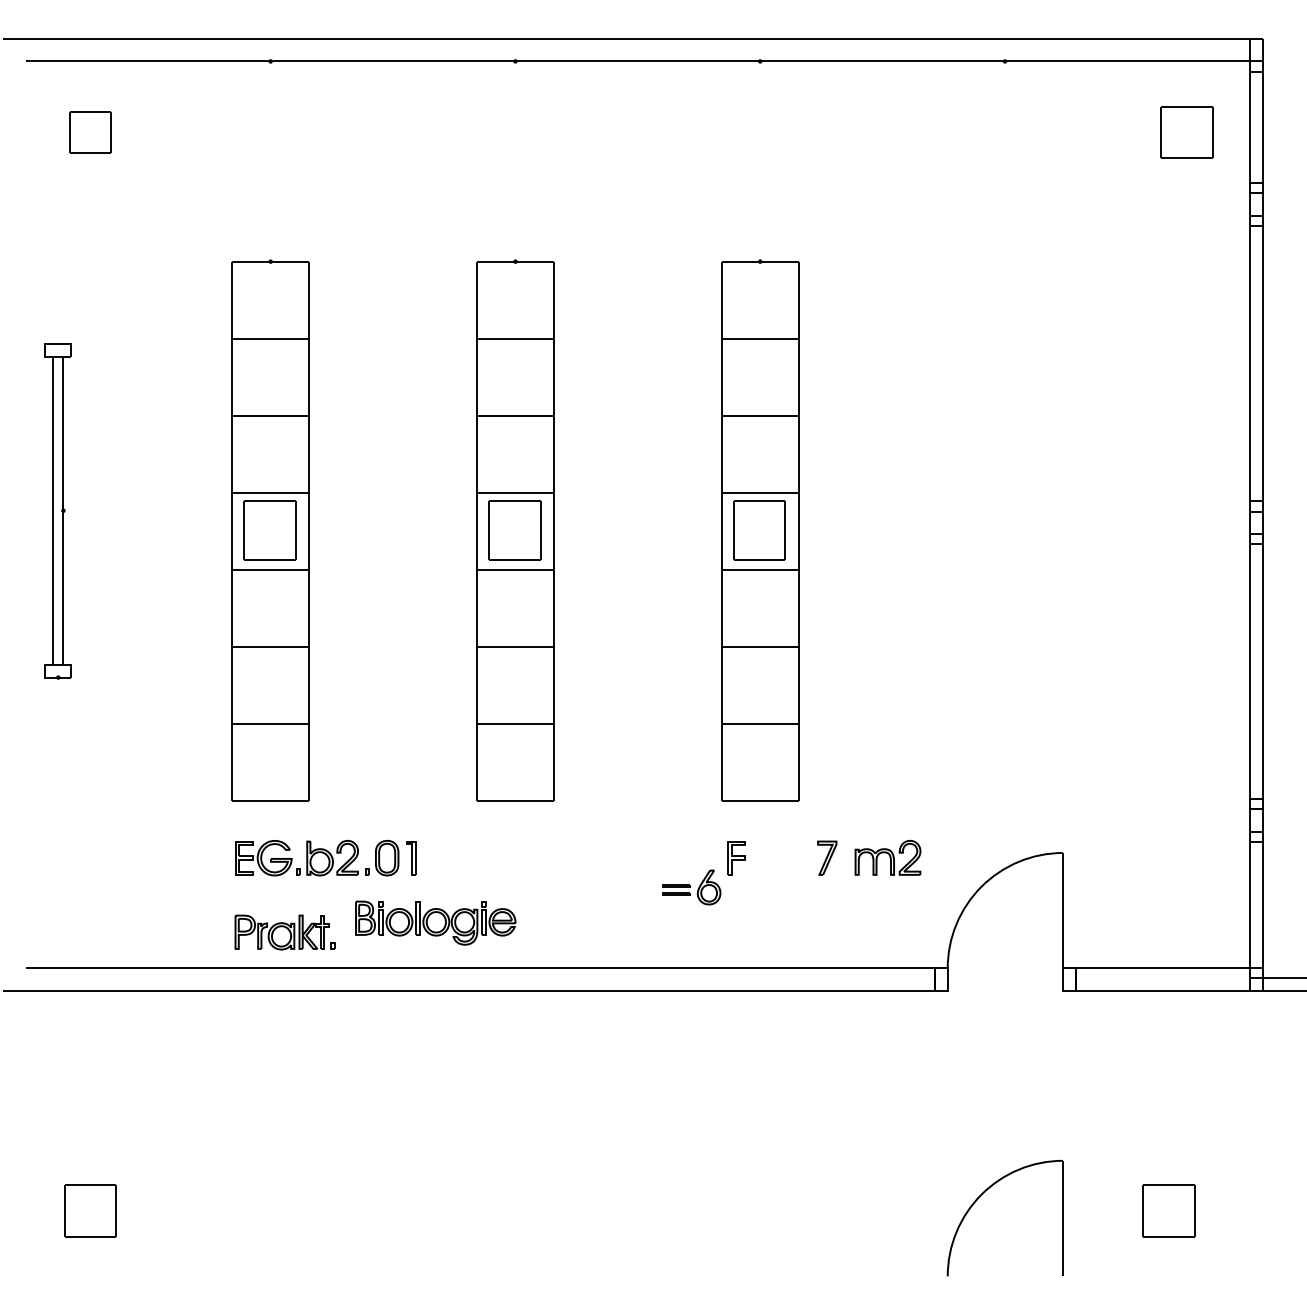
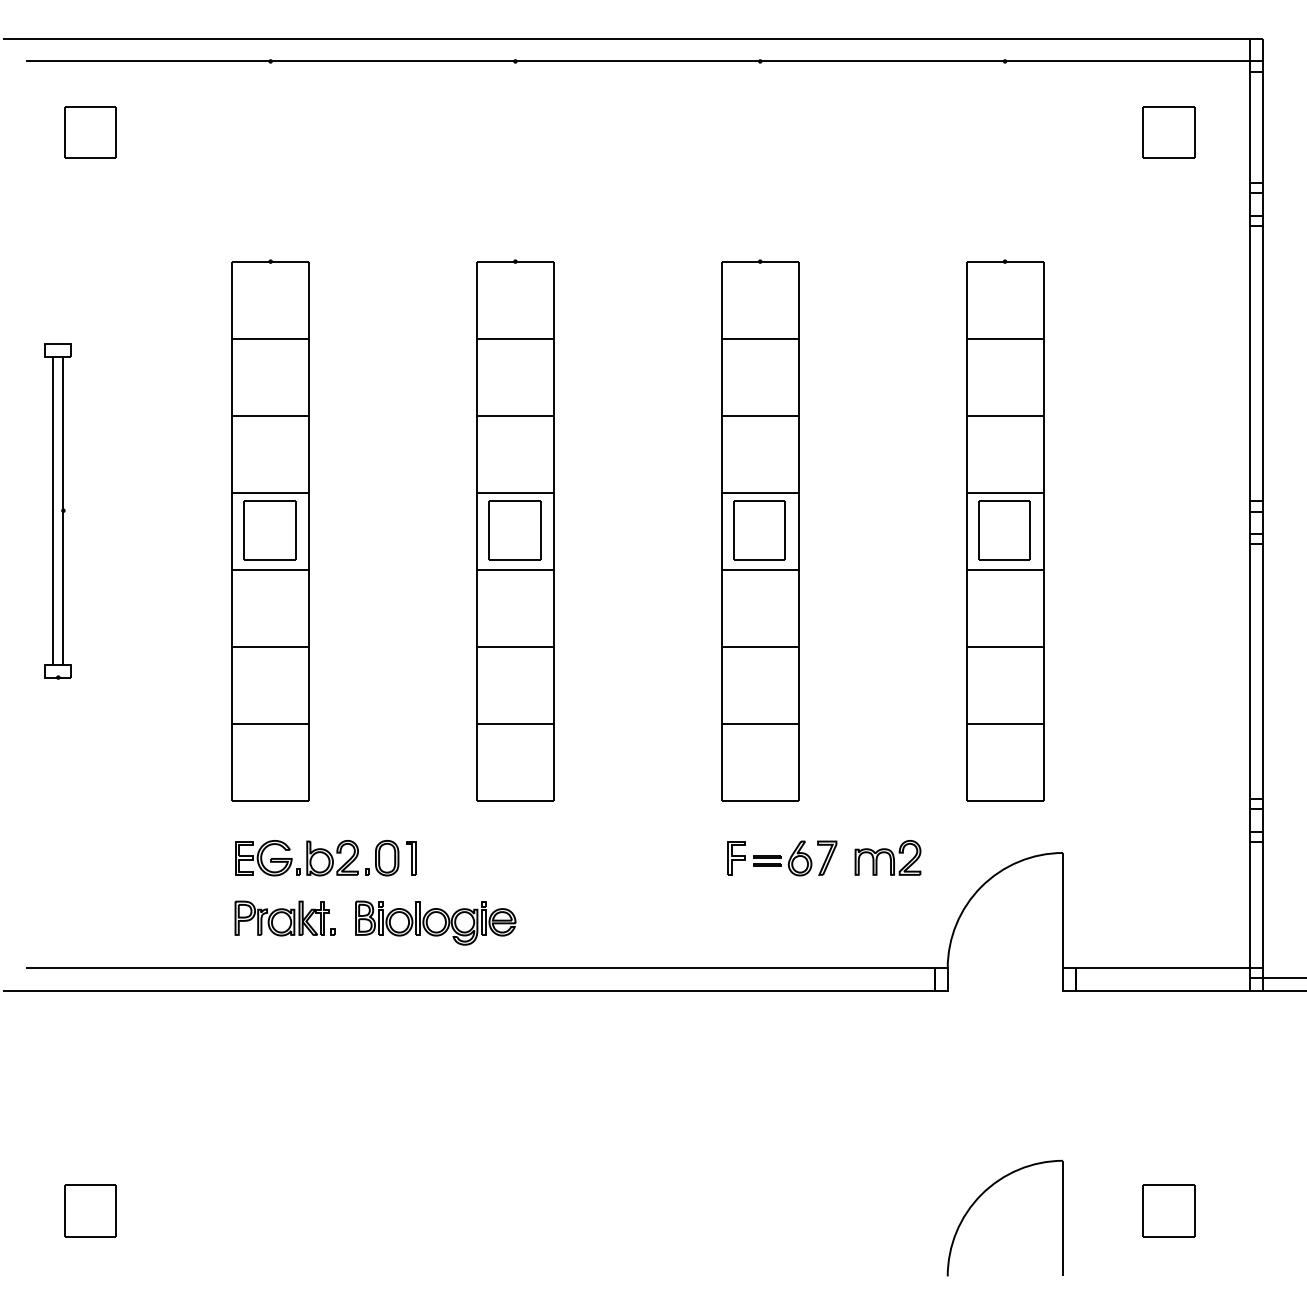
part at (90, 132) size: 43x43 px -> 53x53 px
part at (1186, 132) position: (1186, 132) -> (1168, 132)
part at (1005, 530): none -> present
part at (691, 887) position: (691, 887) -> (782, 858)
part at (284, 932) position: (284, 932) -> (284, 918)
